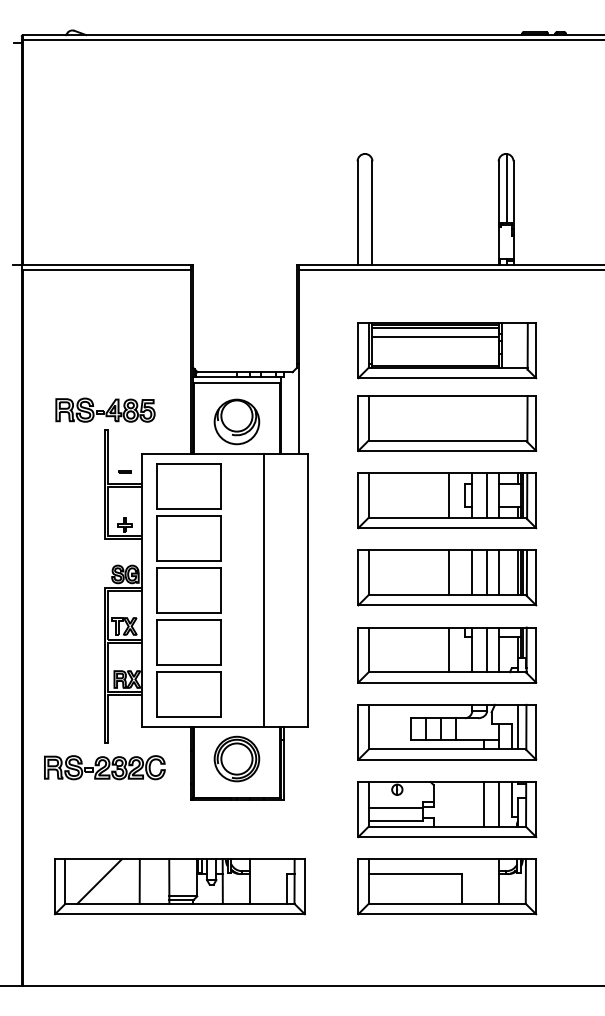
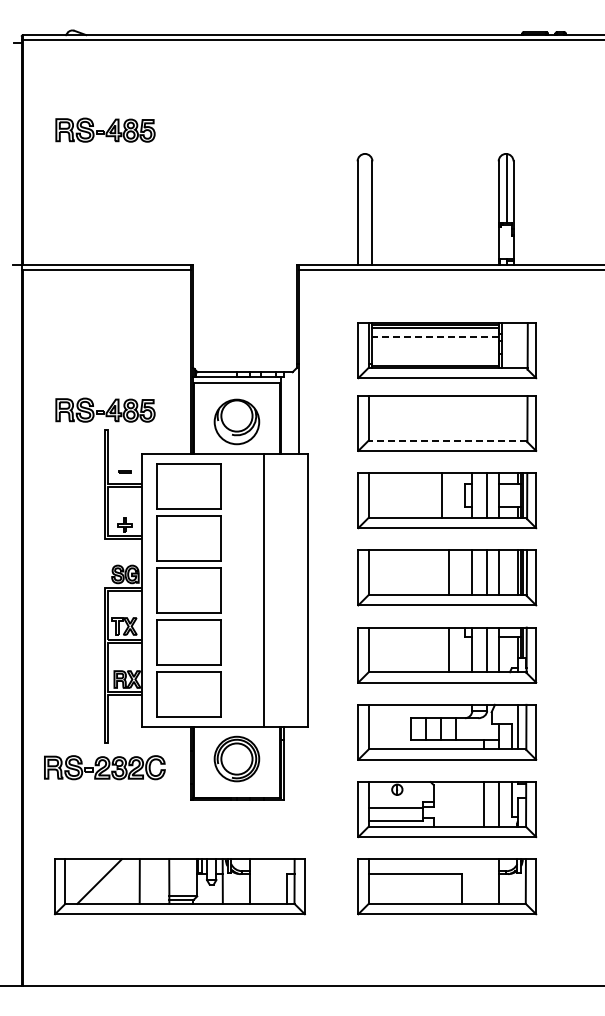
part at (105, 129): none -> present
line at (435, 336): solid -> dashed
line at (447, 440): solid -> dashed
line at (448, 495) position: (448, 495) -> (441, 495)
